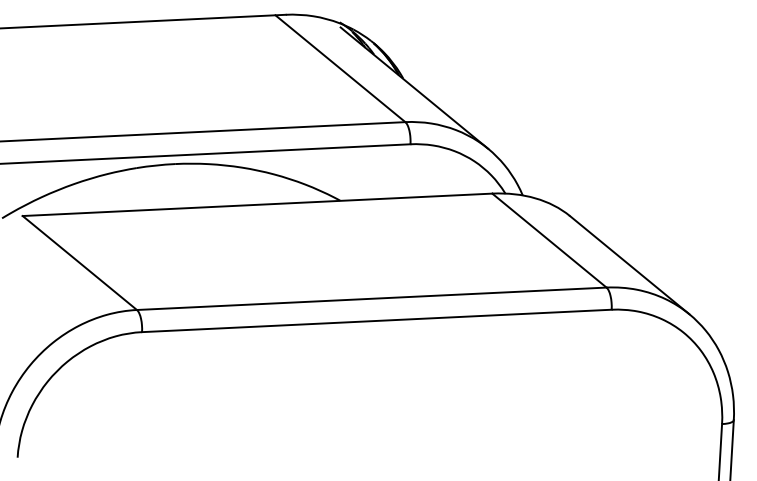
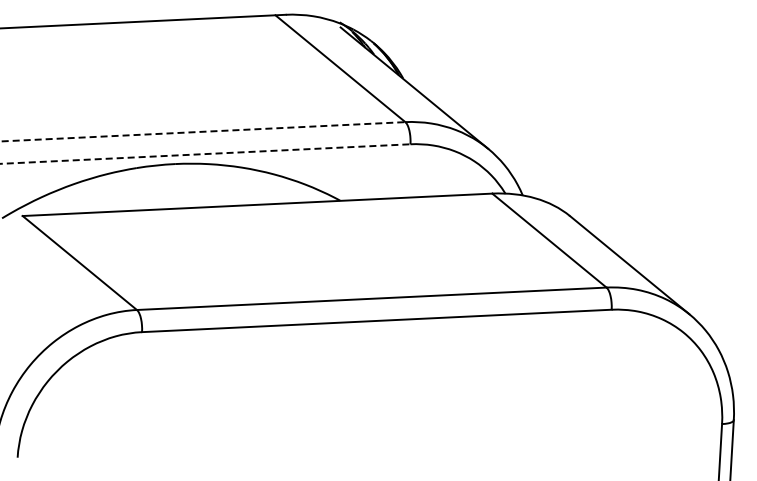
line at (202, 131): solid -> dashed
line at (206, 154): solid -> dashed
